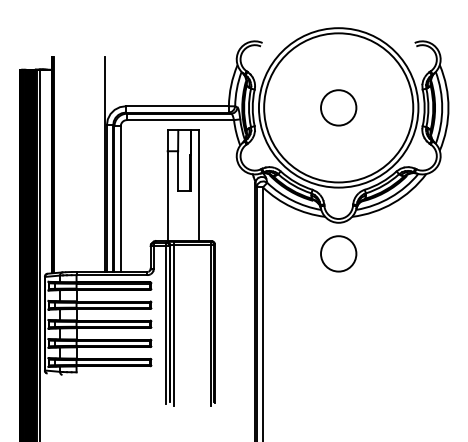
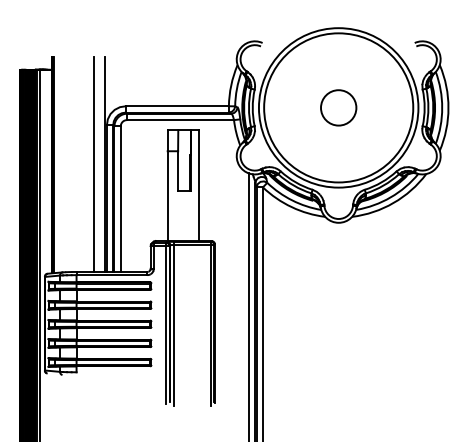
line at (94, 163): none -> present
circle at (338, 253): present -> none
line at (249, 305): none -> present
